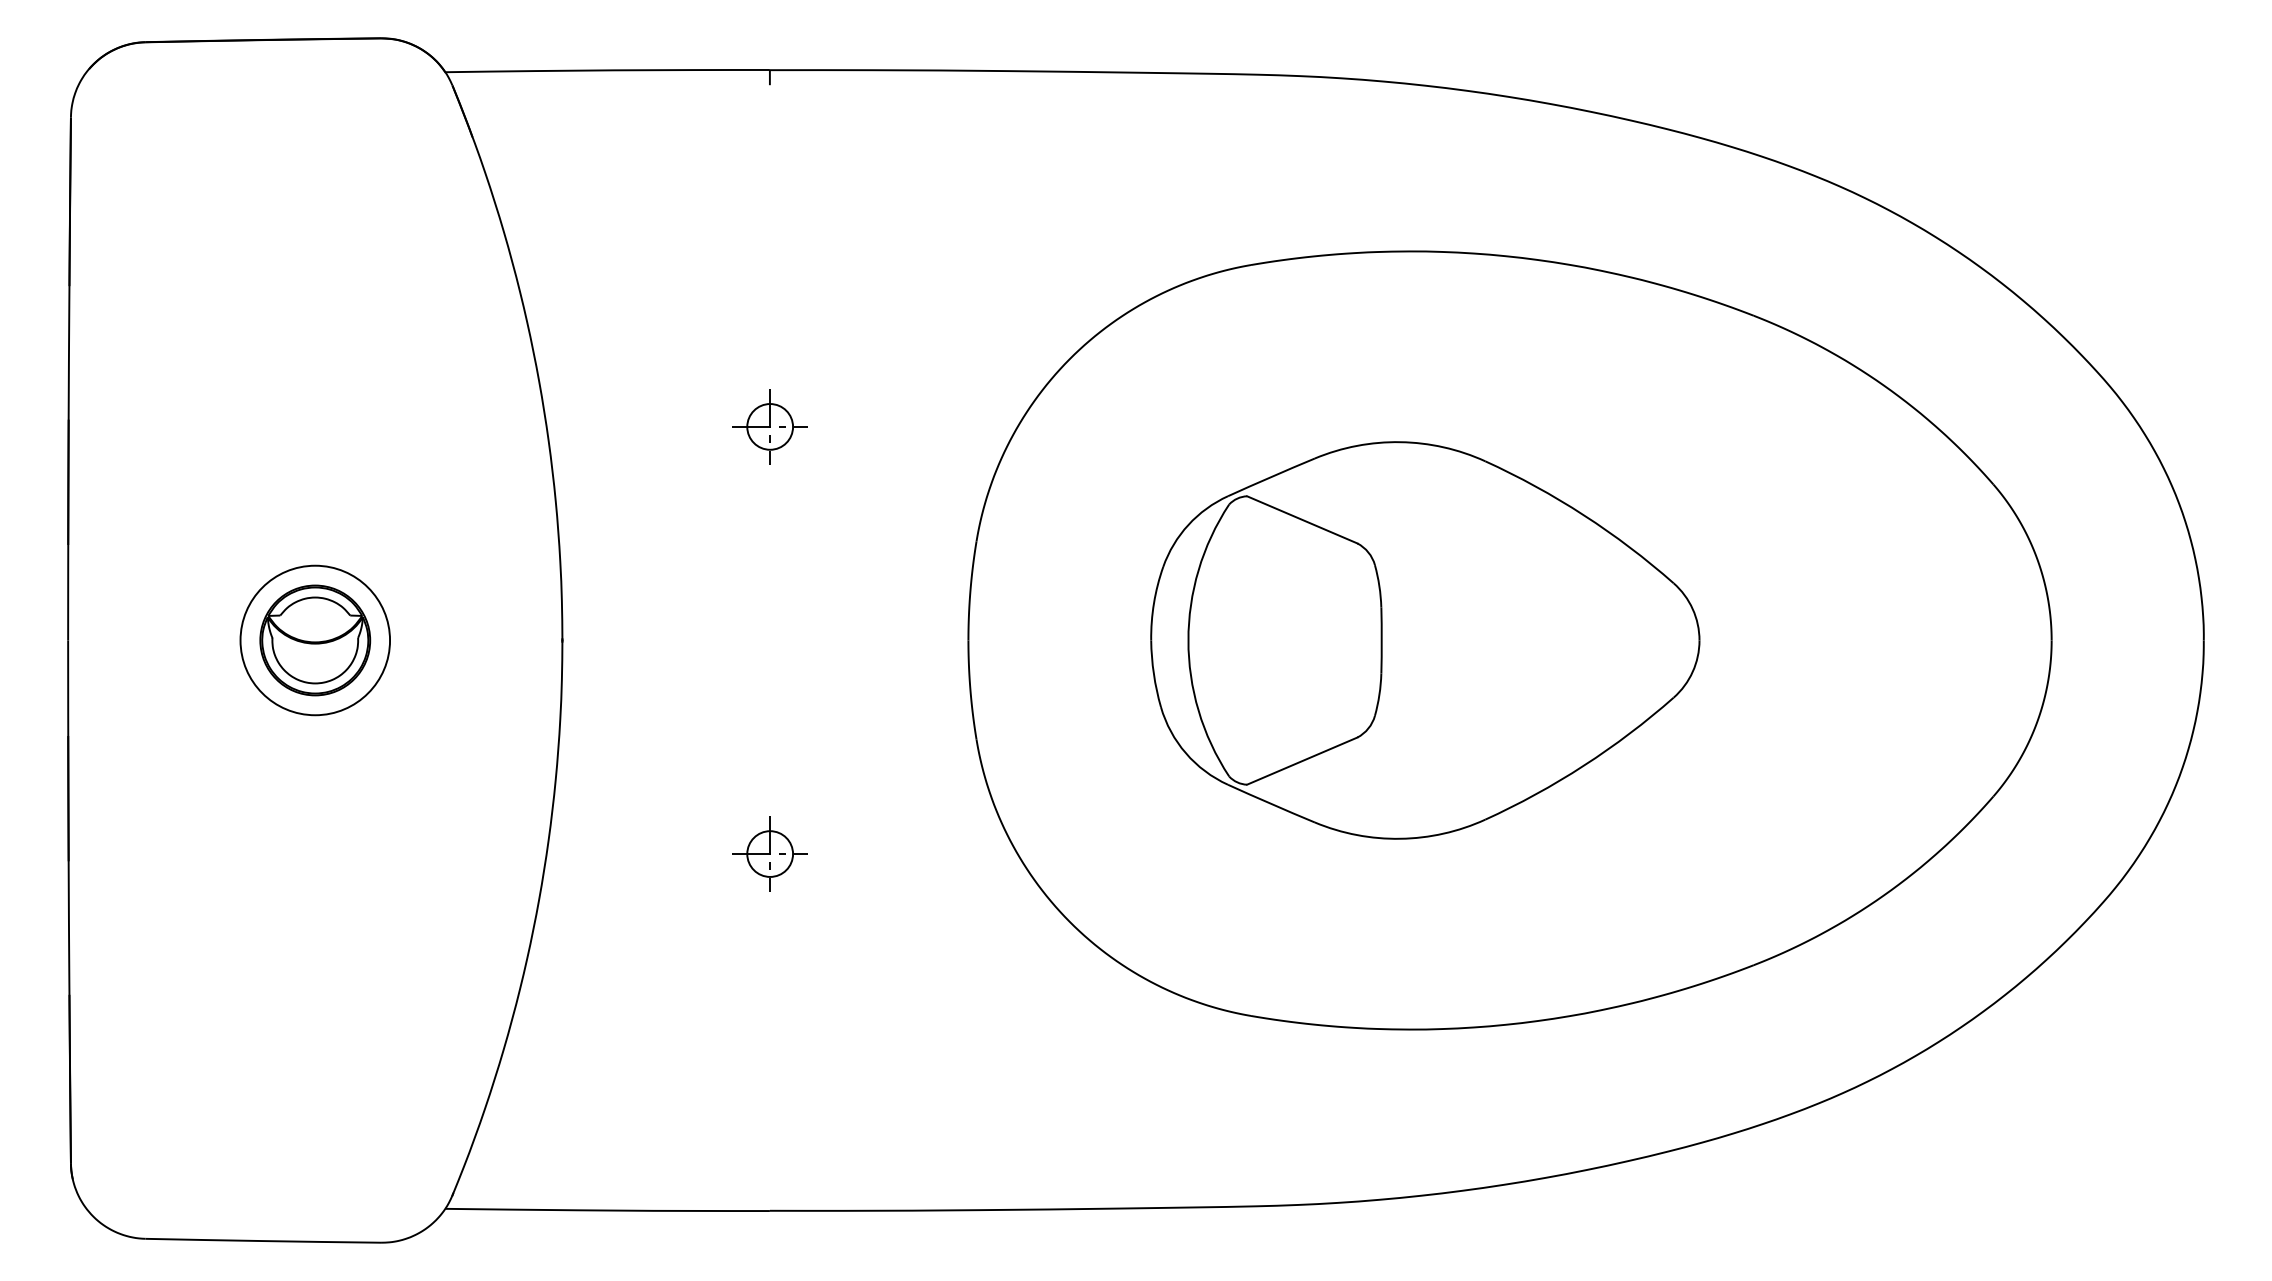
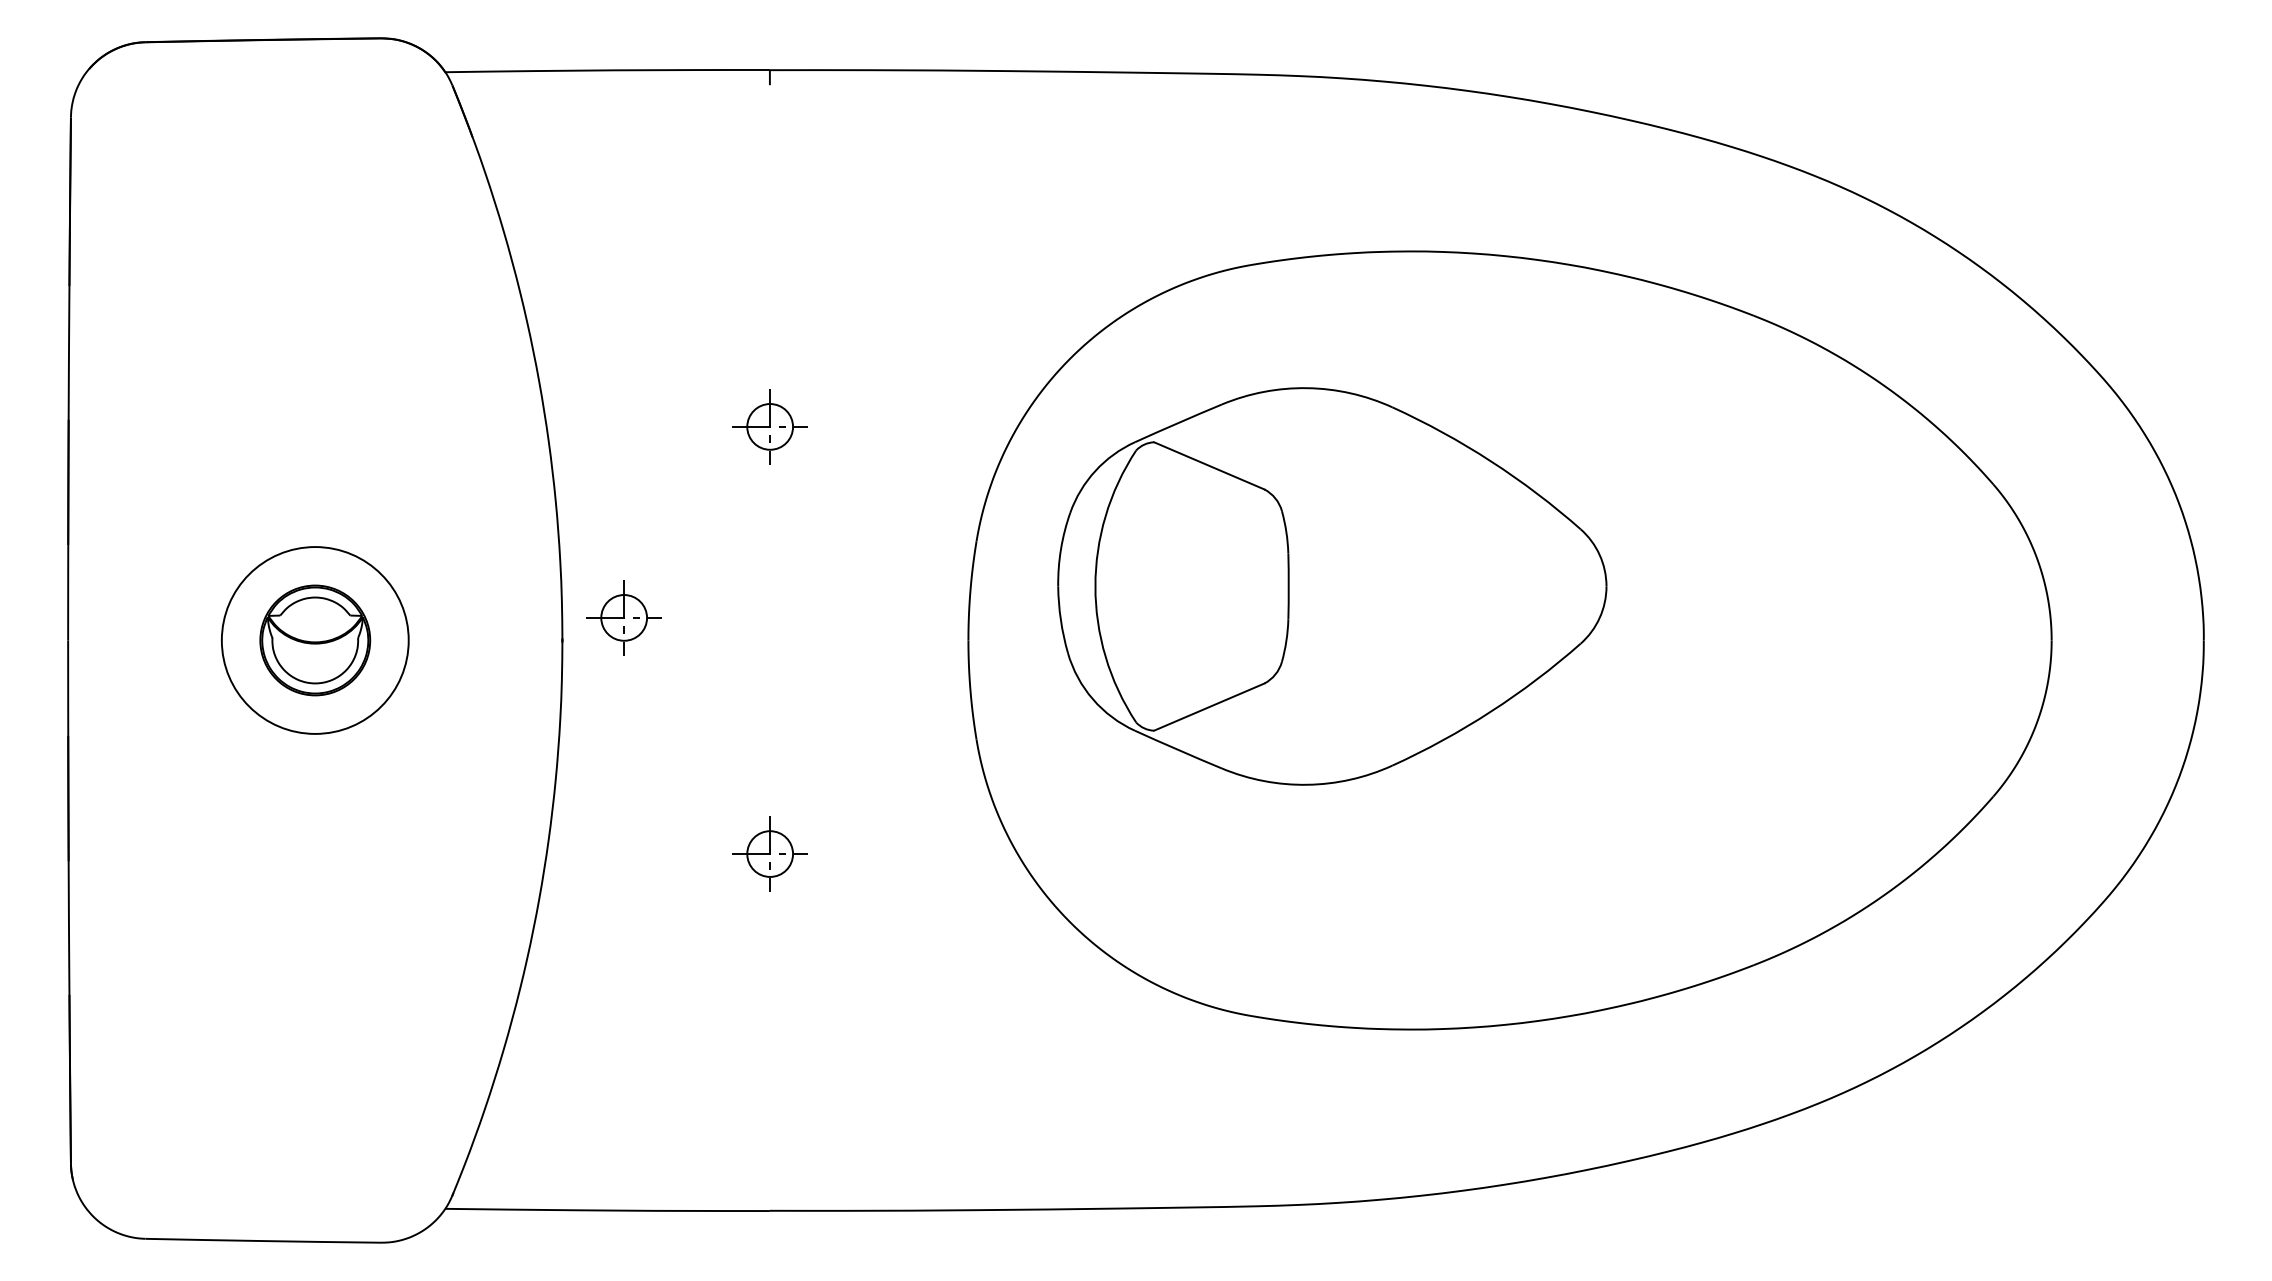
part at (623, 617): none -> present
circle at (315, 640) diameter: 150 px -> 187 px
part at (1425, 640) position: (1425, 640) -> (1332, 586)
